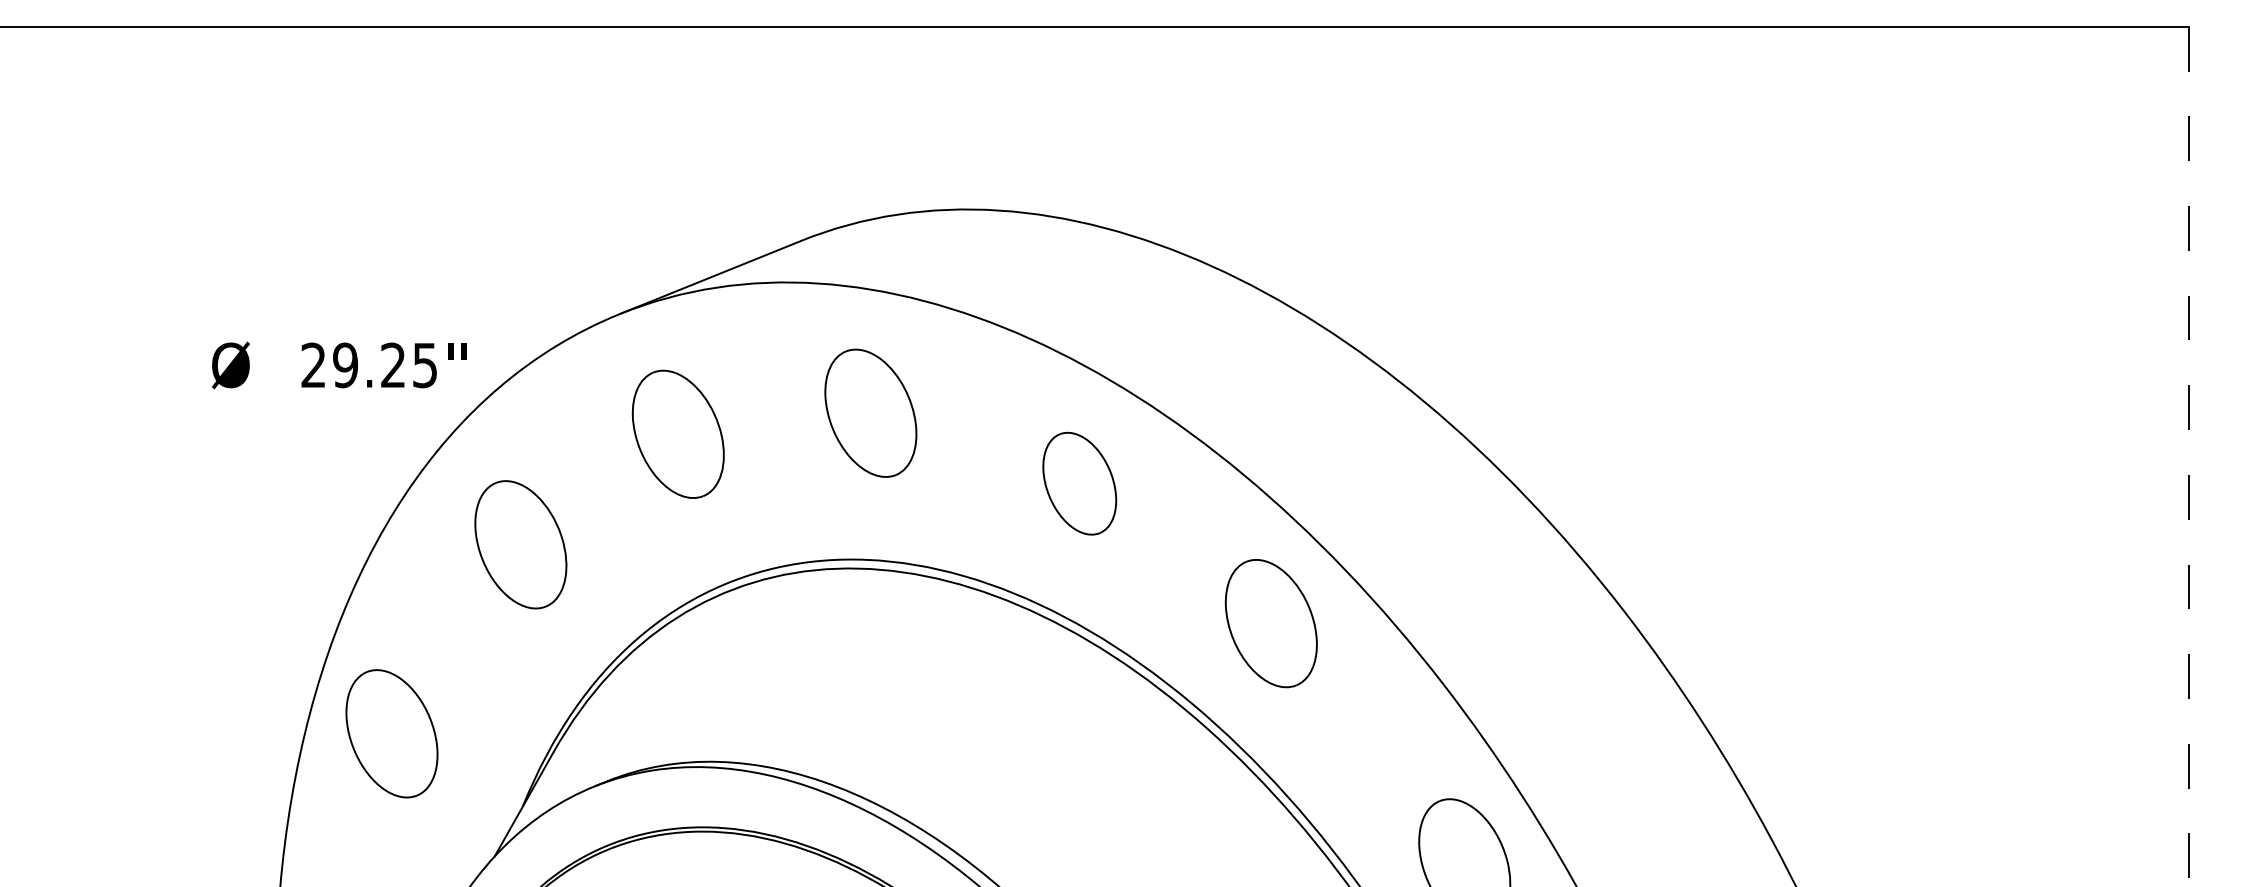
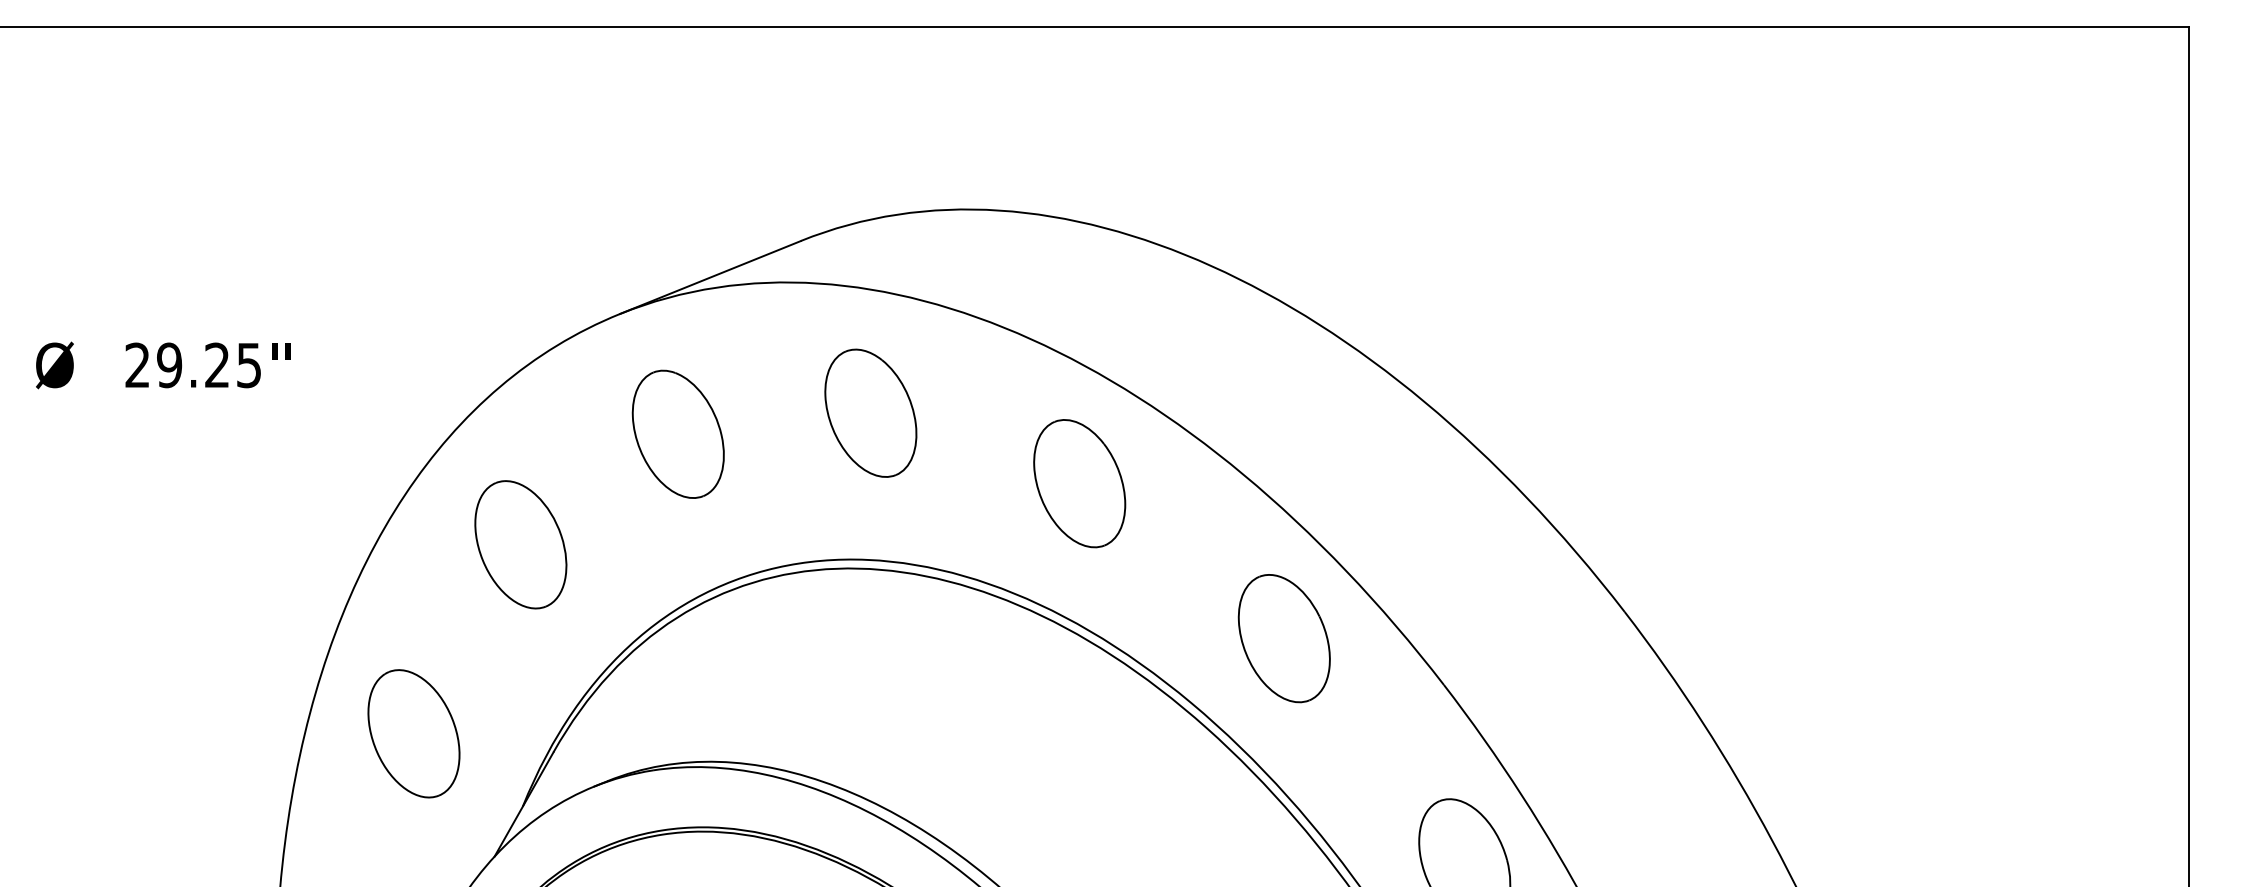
text at (339, 365) position: (339, 365) -> (163, 365)
line at (2189, 456): dashed -> solid
part at (1079, 483) size: 76x105 px -> 94x130 px
part at (1270, 623) position: (1270, 623) -> (1283, 638)
part at (391, 733) position: (391, 733) -> (413, 733)
